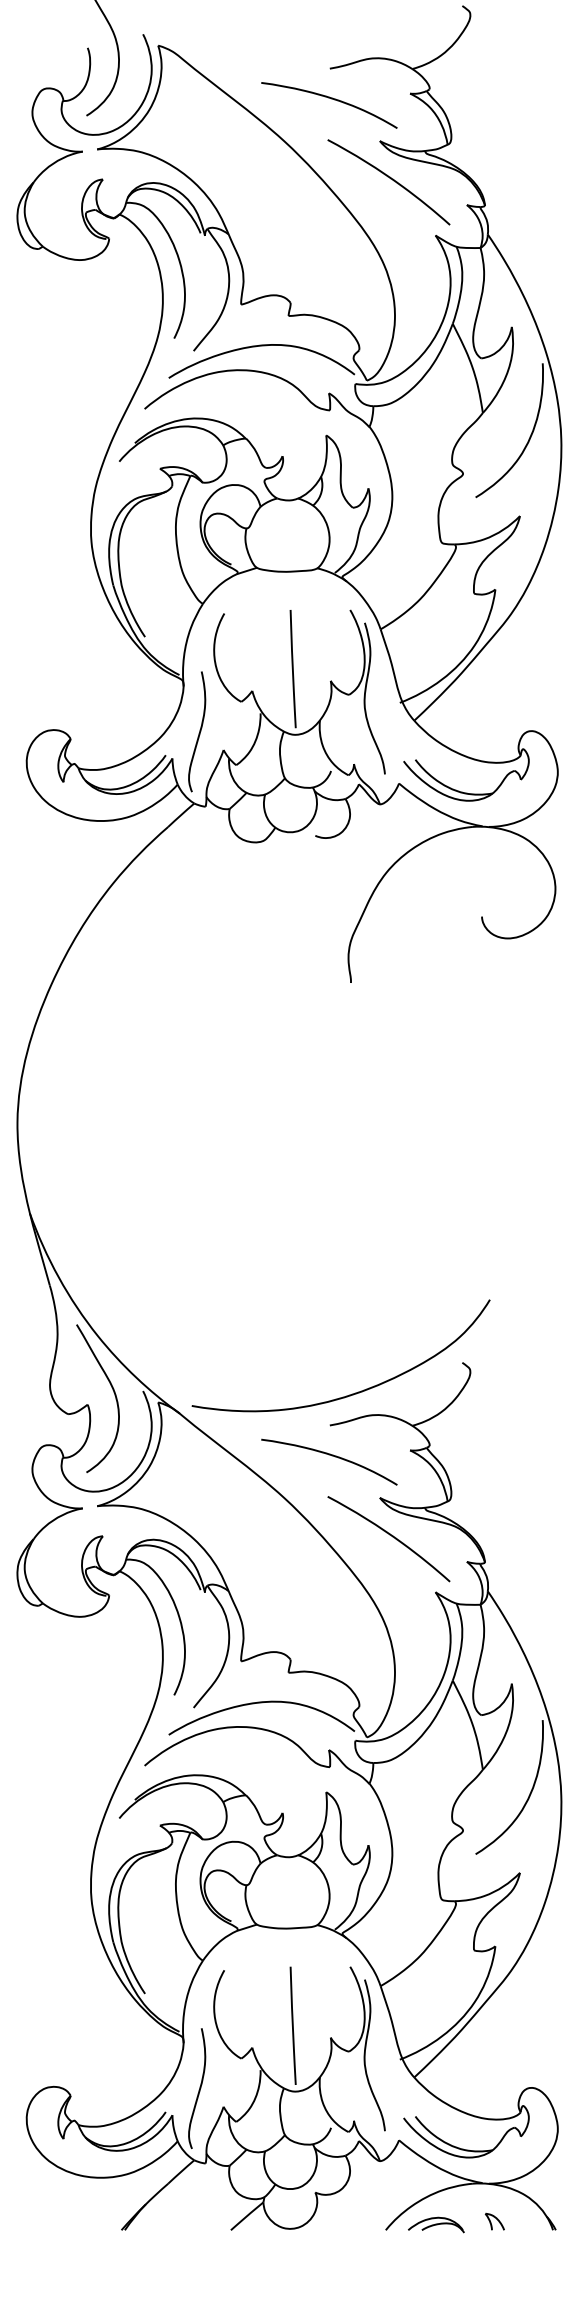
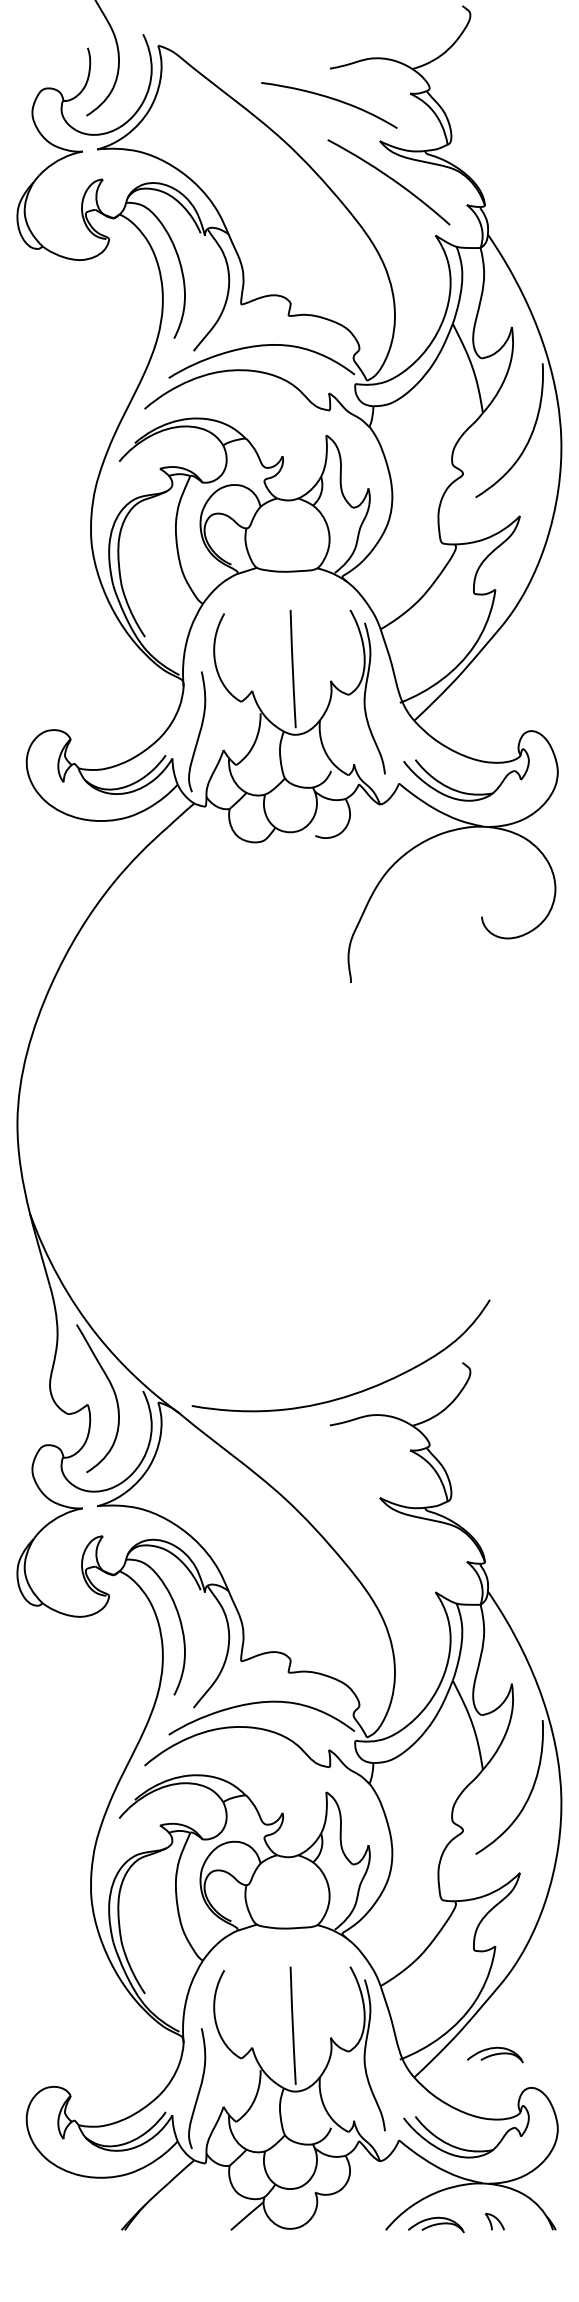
curve at (332, 1456): present -> none
curve at (389, 1535): present -> none
part at (495, 2054): none -> present
